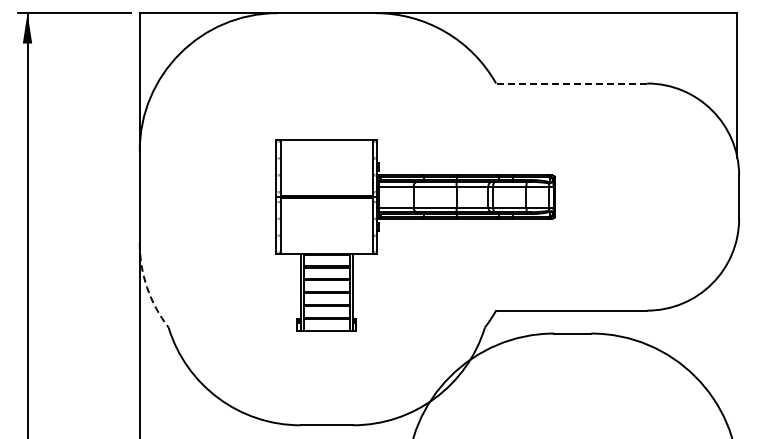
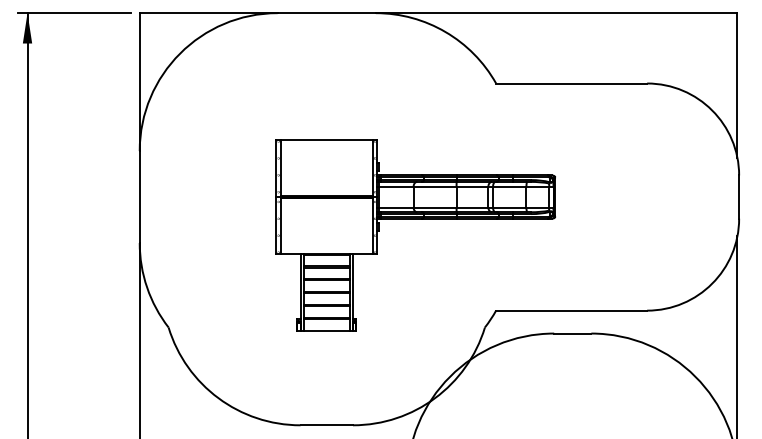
line at (571, 83): dashed -> solid
arc at (147, 287): dashed -> solid
line at (737, 335): none -> present
